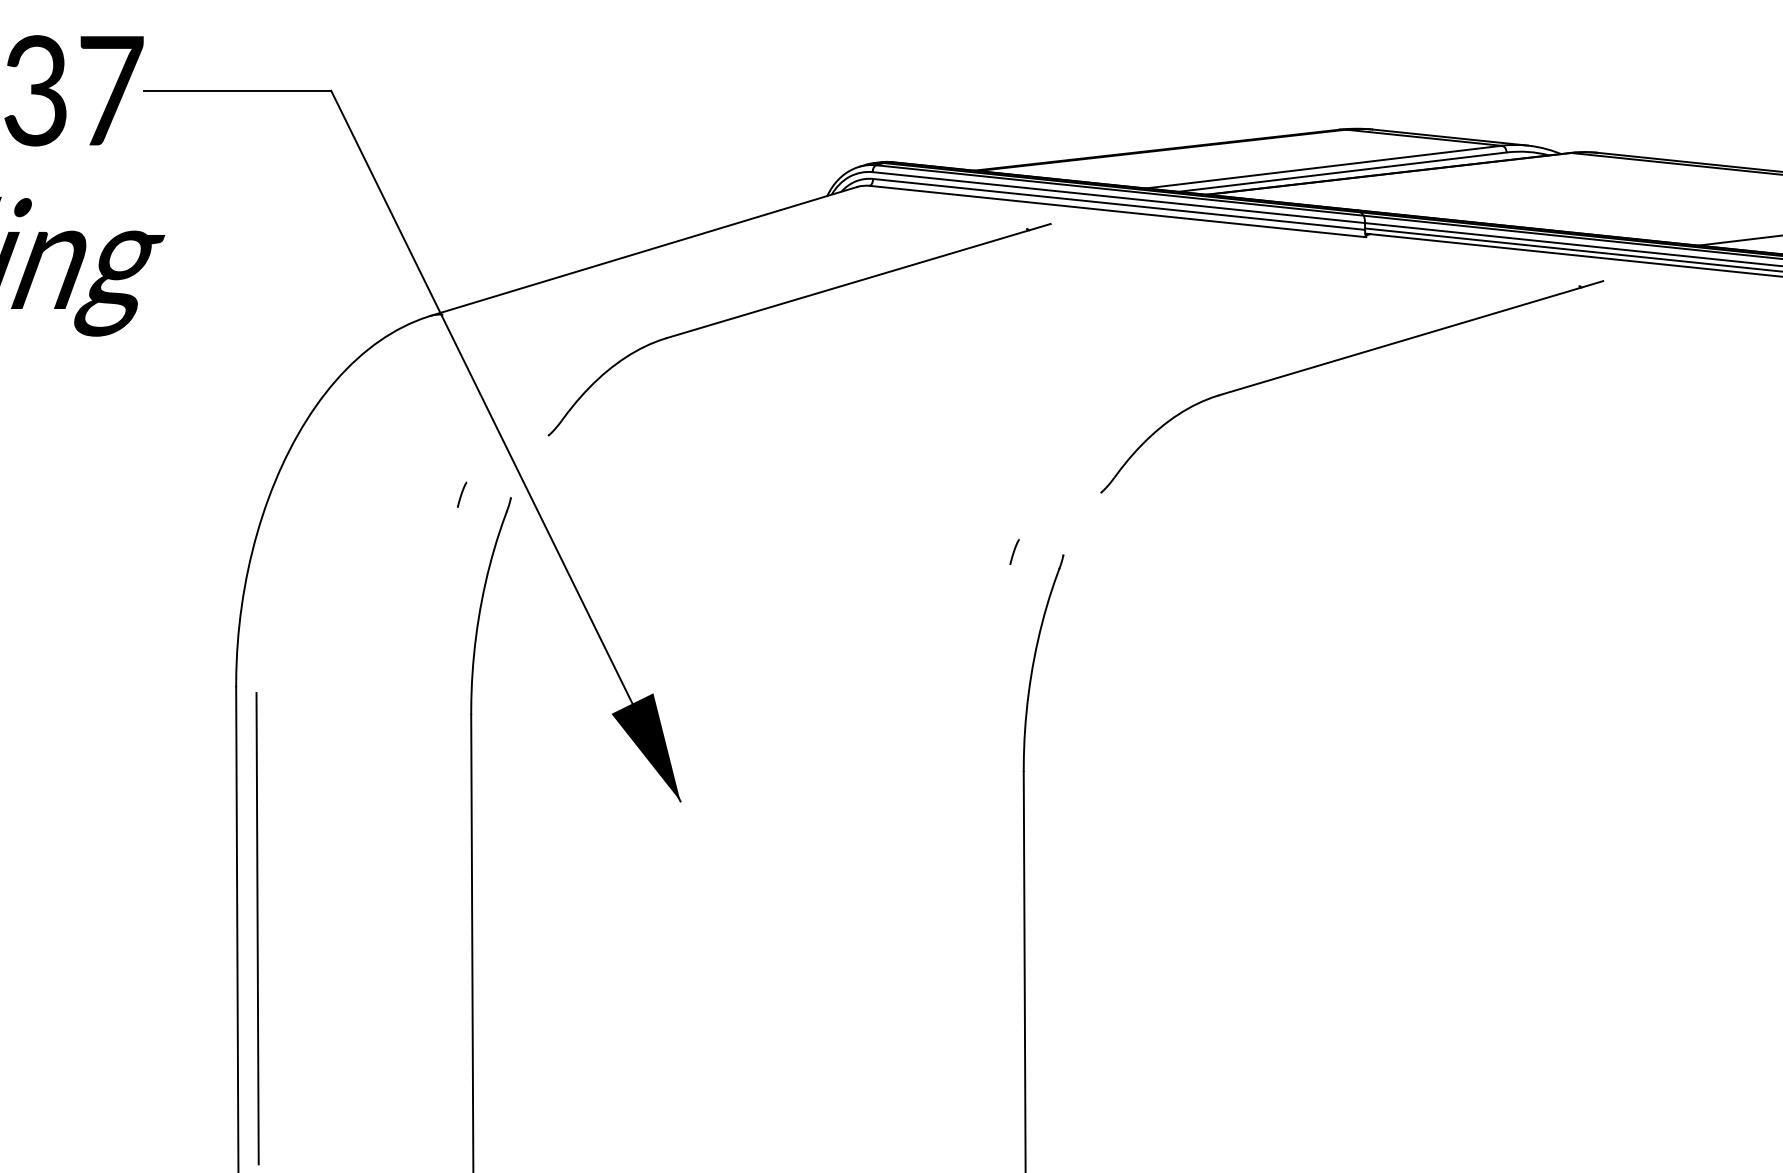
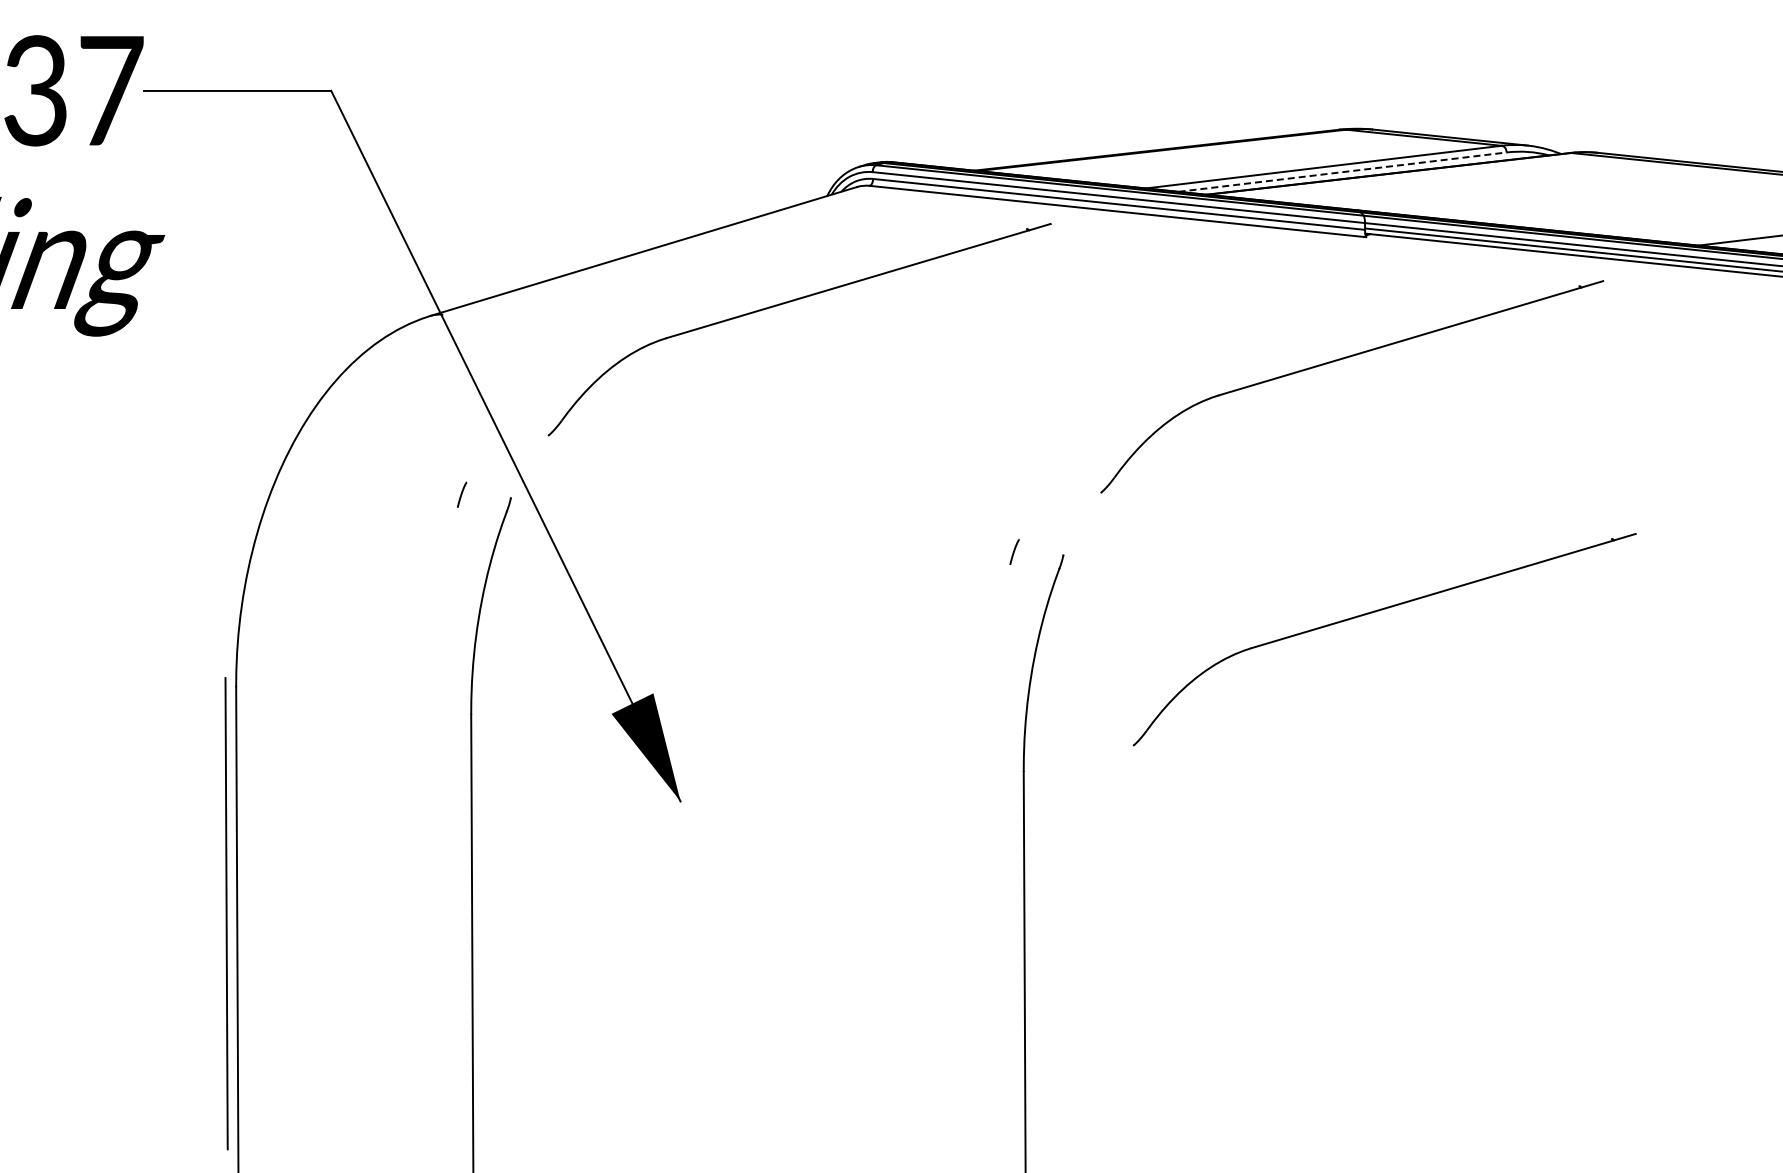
line at (1343, 172): solid -> dashed
part at (1379, 611): none -> present
line at (257, 928) position: (257, 928) -> (226, 913)
